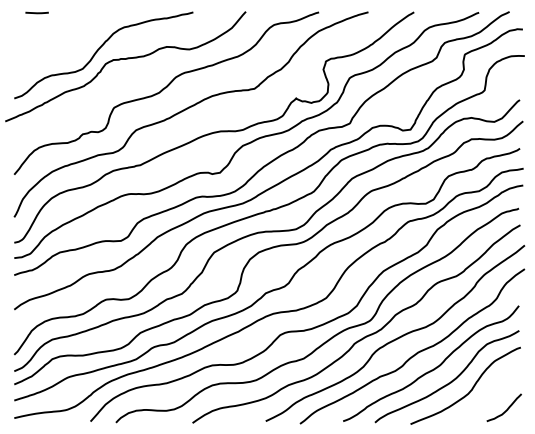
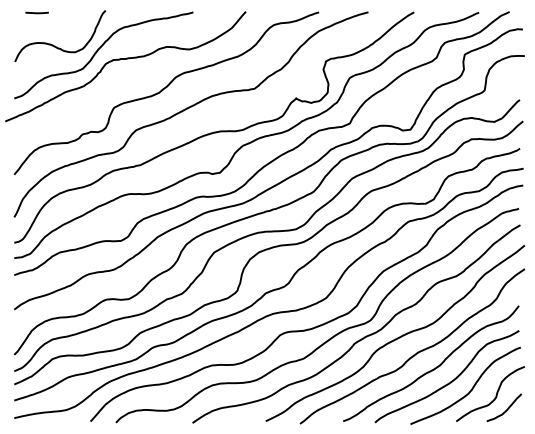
curve at (55, 45): none -> present
curve at (495, 395): none -> present
